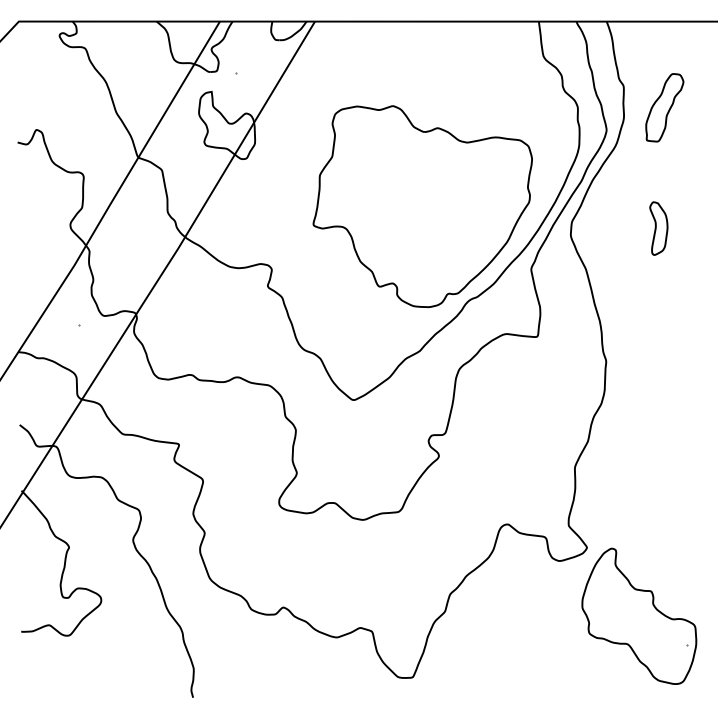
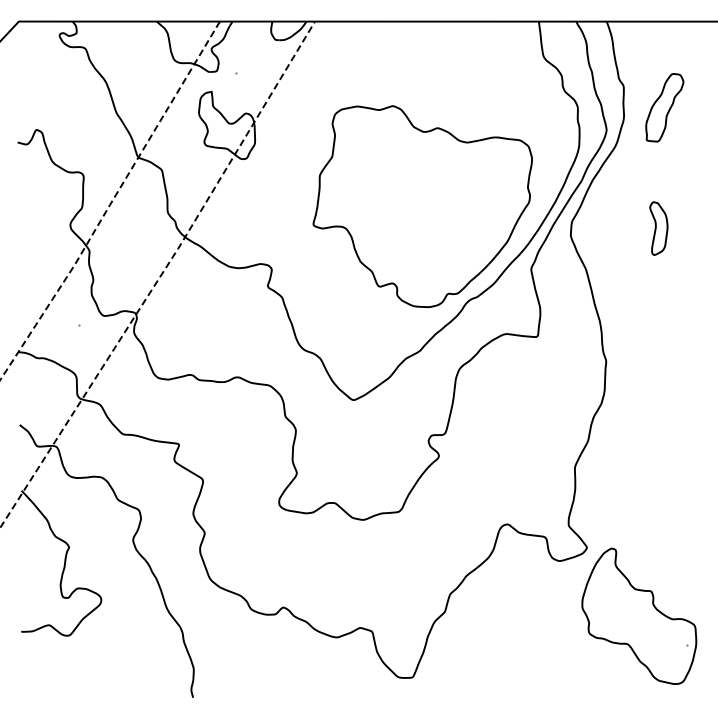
line at (111, 203): solid -> dashed
line at (160, 276): solid -> dashed
